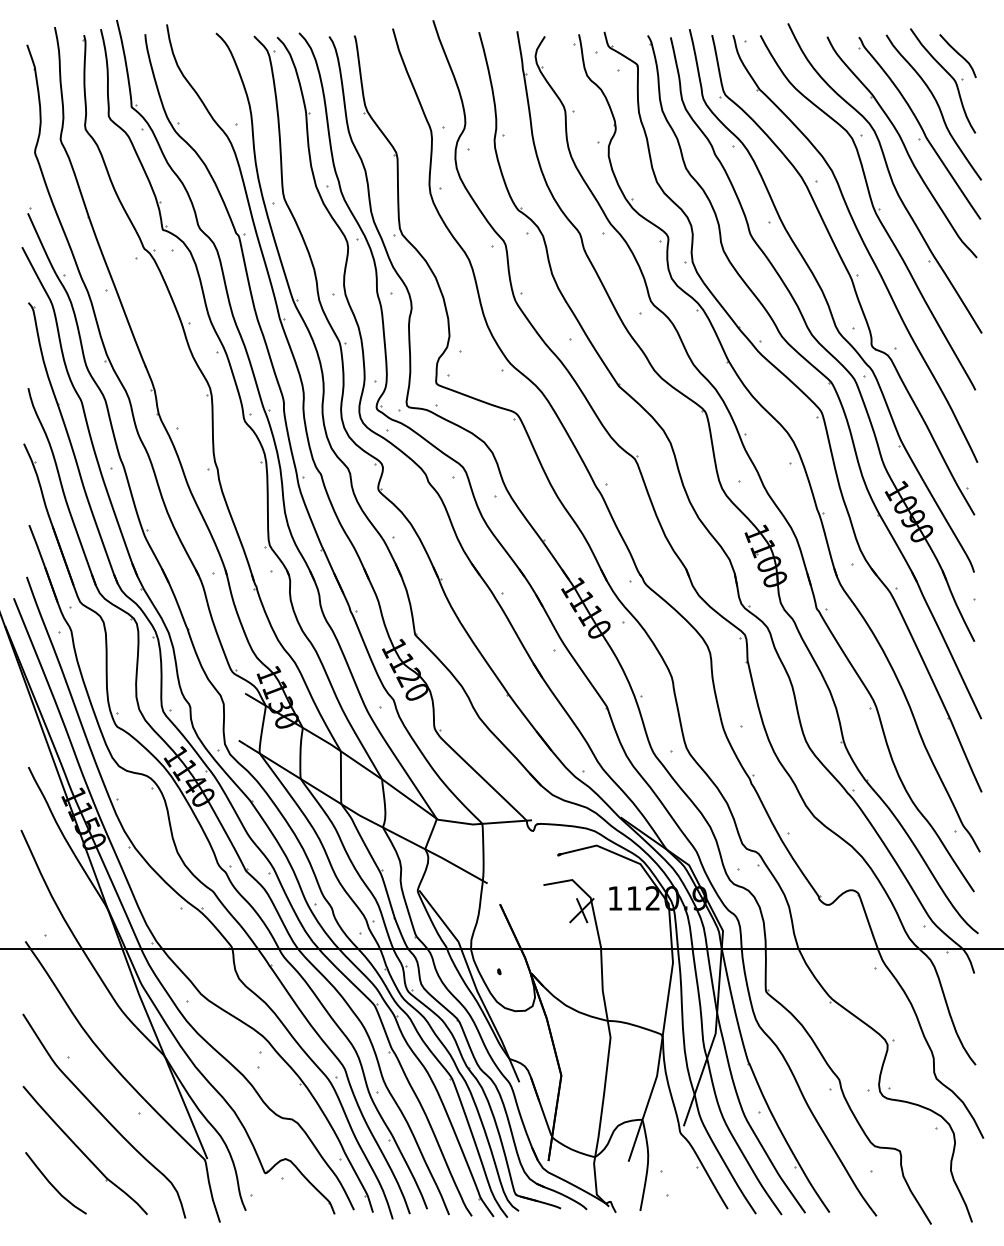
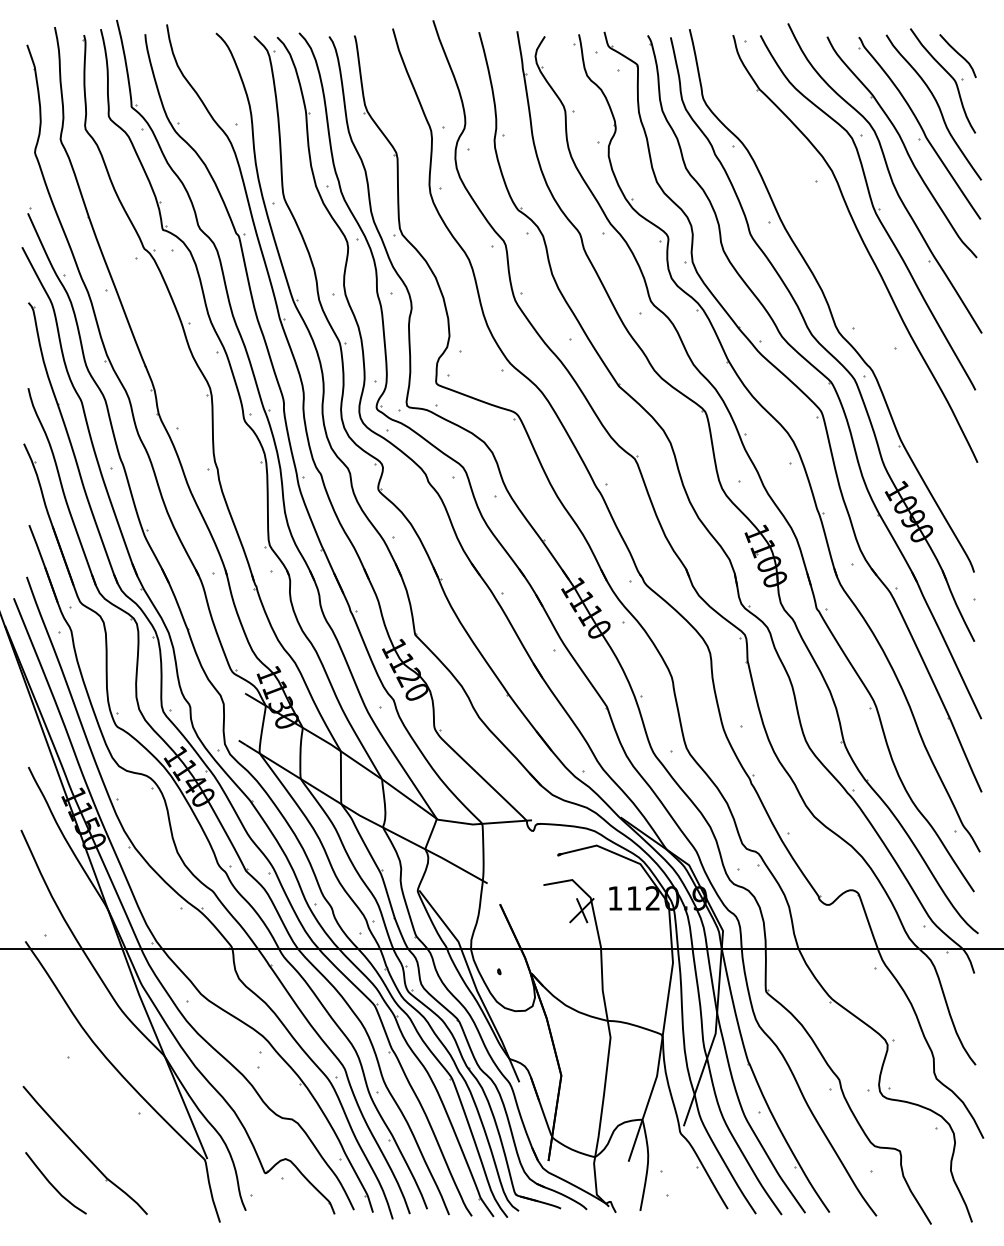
part at (843, 275): present -> none
curve at (103, 1115): present -> none
